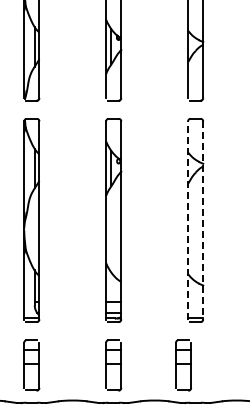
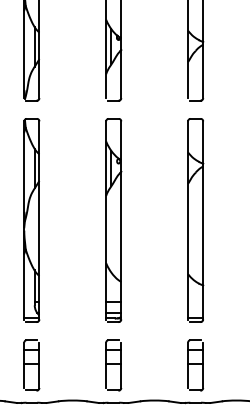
line at (188, 219): dashed -> solid
line at (203, 220): dashed -> solid
part at (183, 365) position: (183, 365) -> (195, 365)
